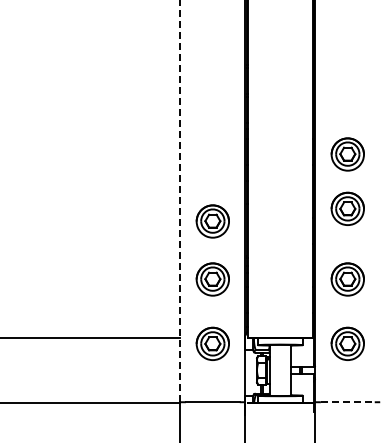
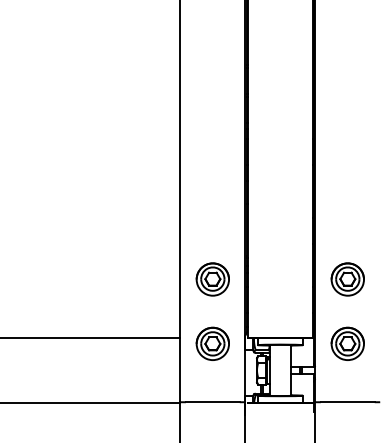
part at (347, 154): present -> none
line at (180, 201): dashed -> solid
part at (347, 208): present -> none
part at (212, 221): present -> none
line at (347, 402): dashed -> solid
